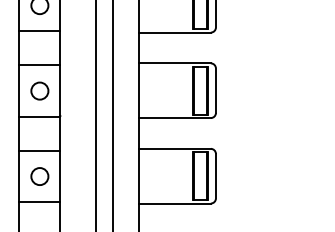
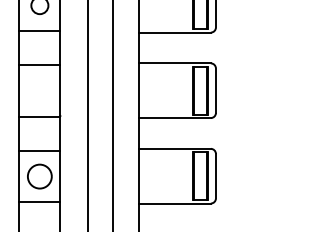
circle at (39, 90): present -> none
line at (96, 115) position: (96, 115) -> (88, 115)
circle at (39, 176) size: 20x19 px -> 26x27 px
